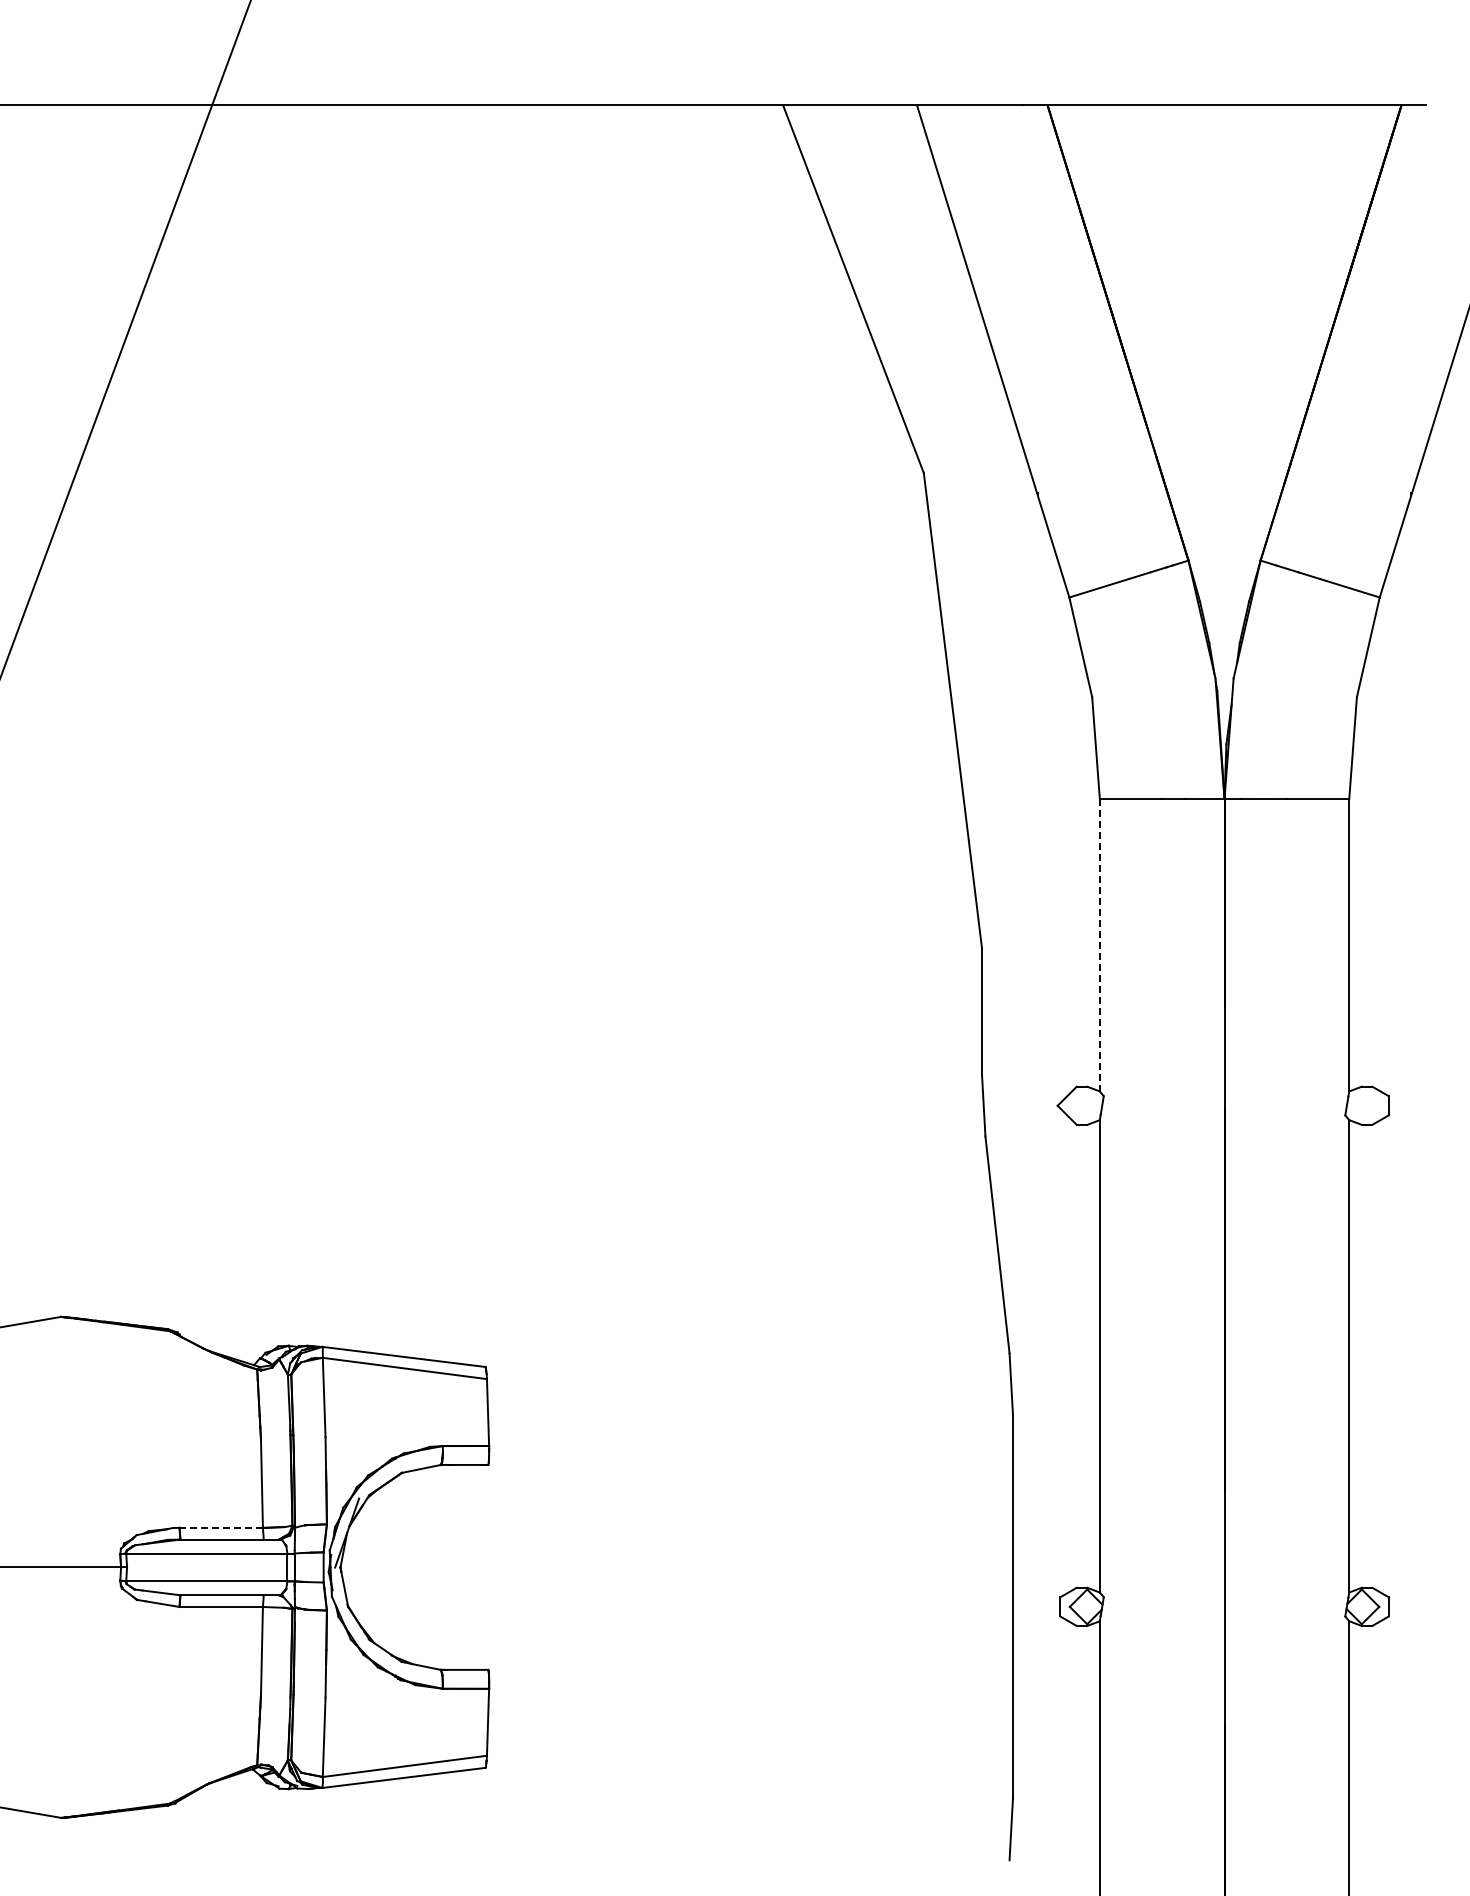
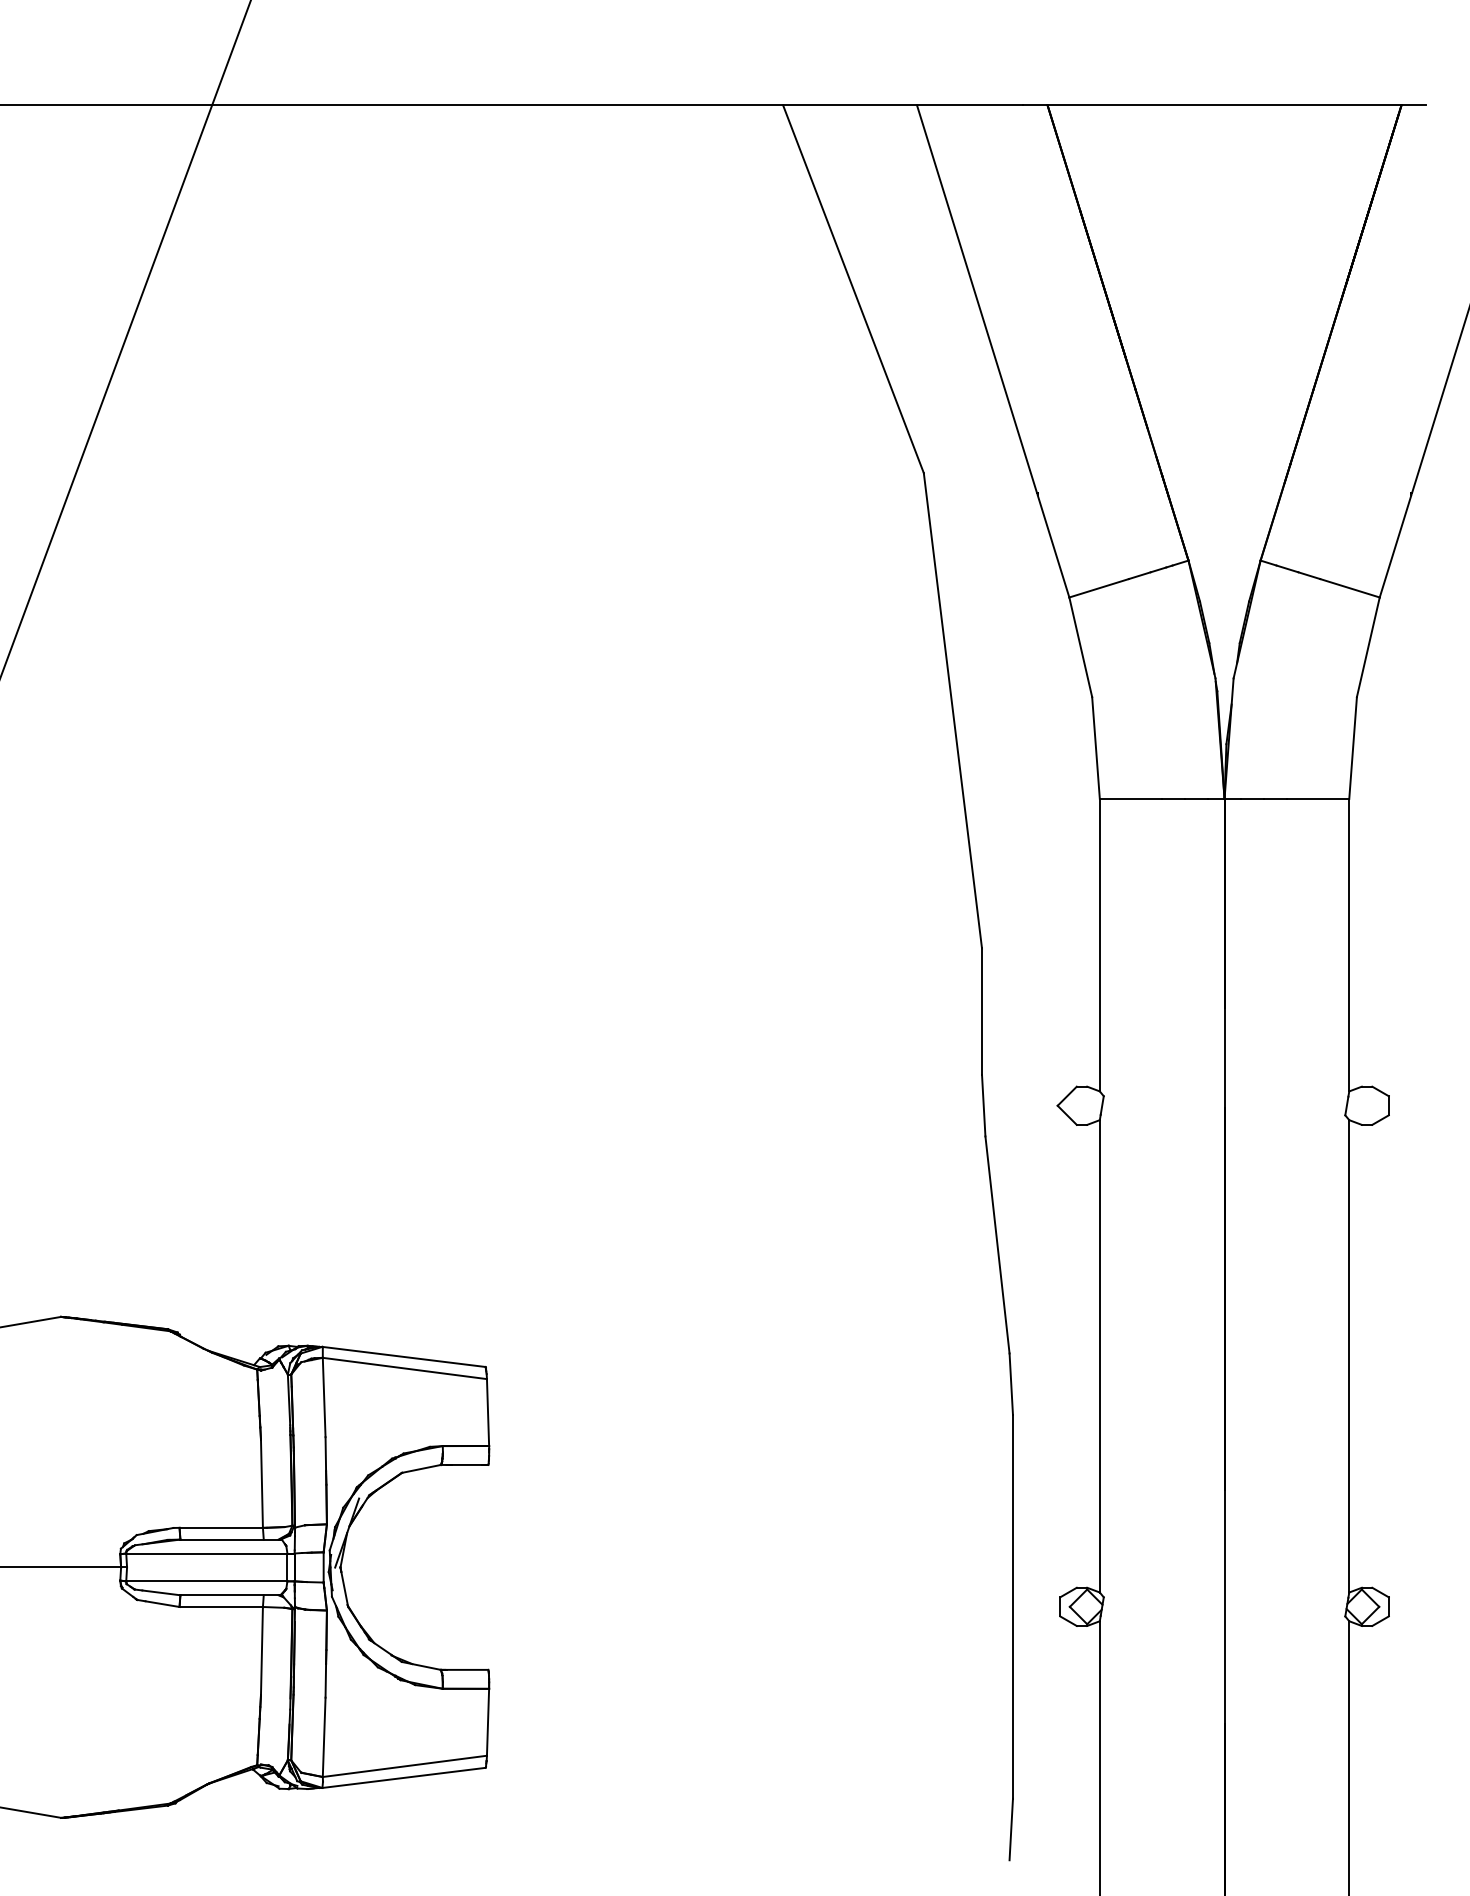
line at (1099, 945): dashed -> solid
line at (221, 1527): dashed -> solid
